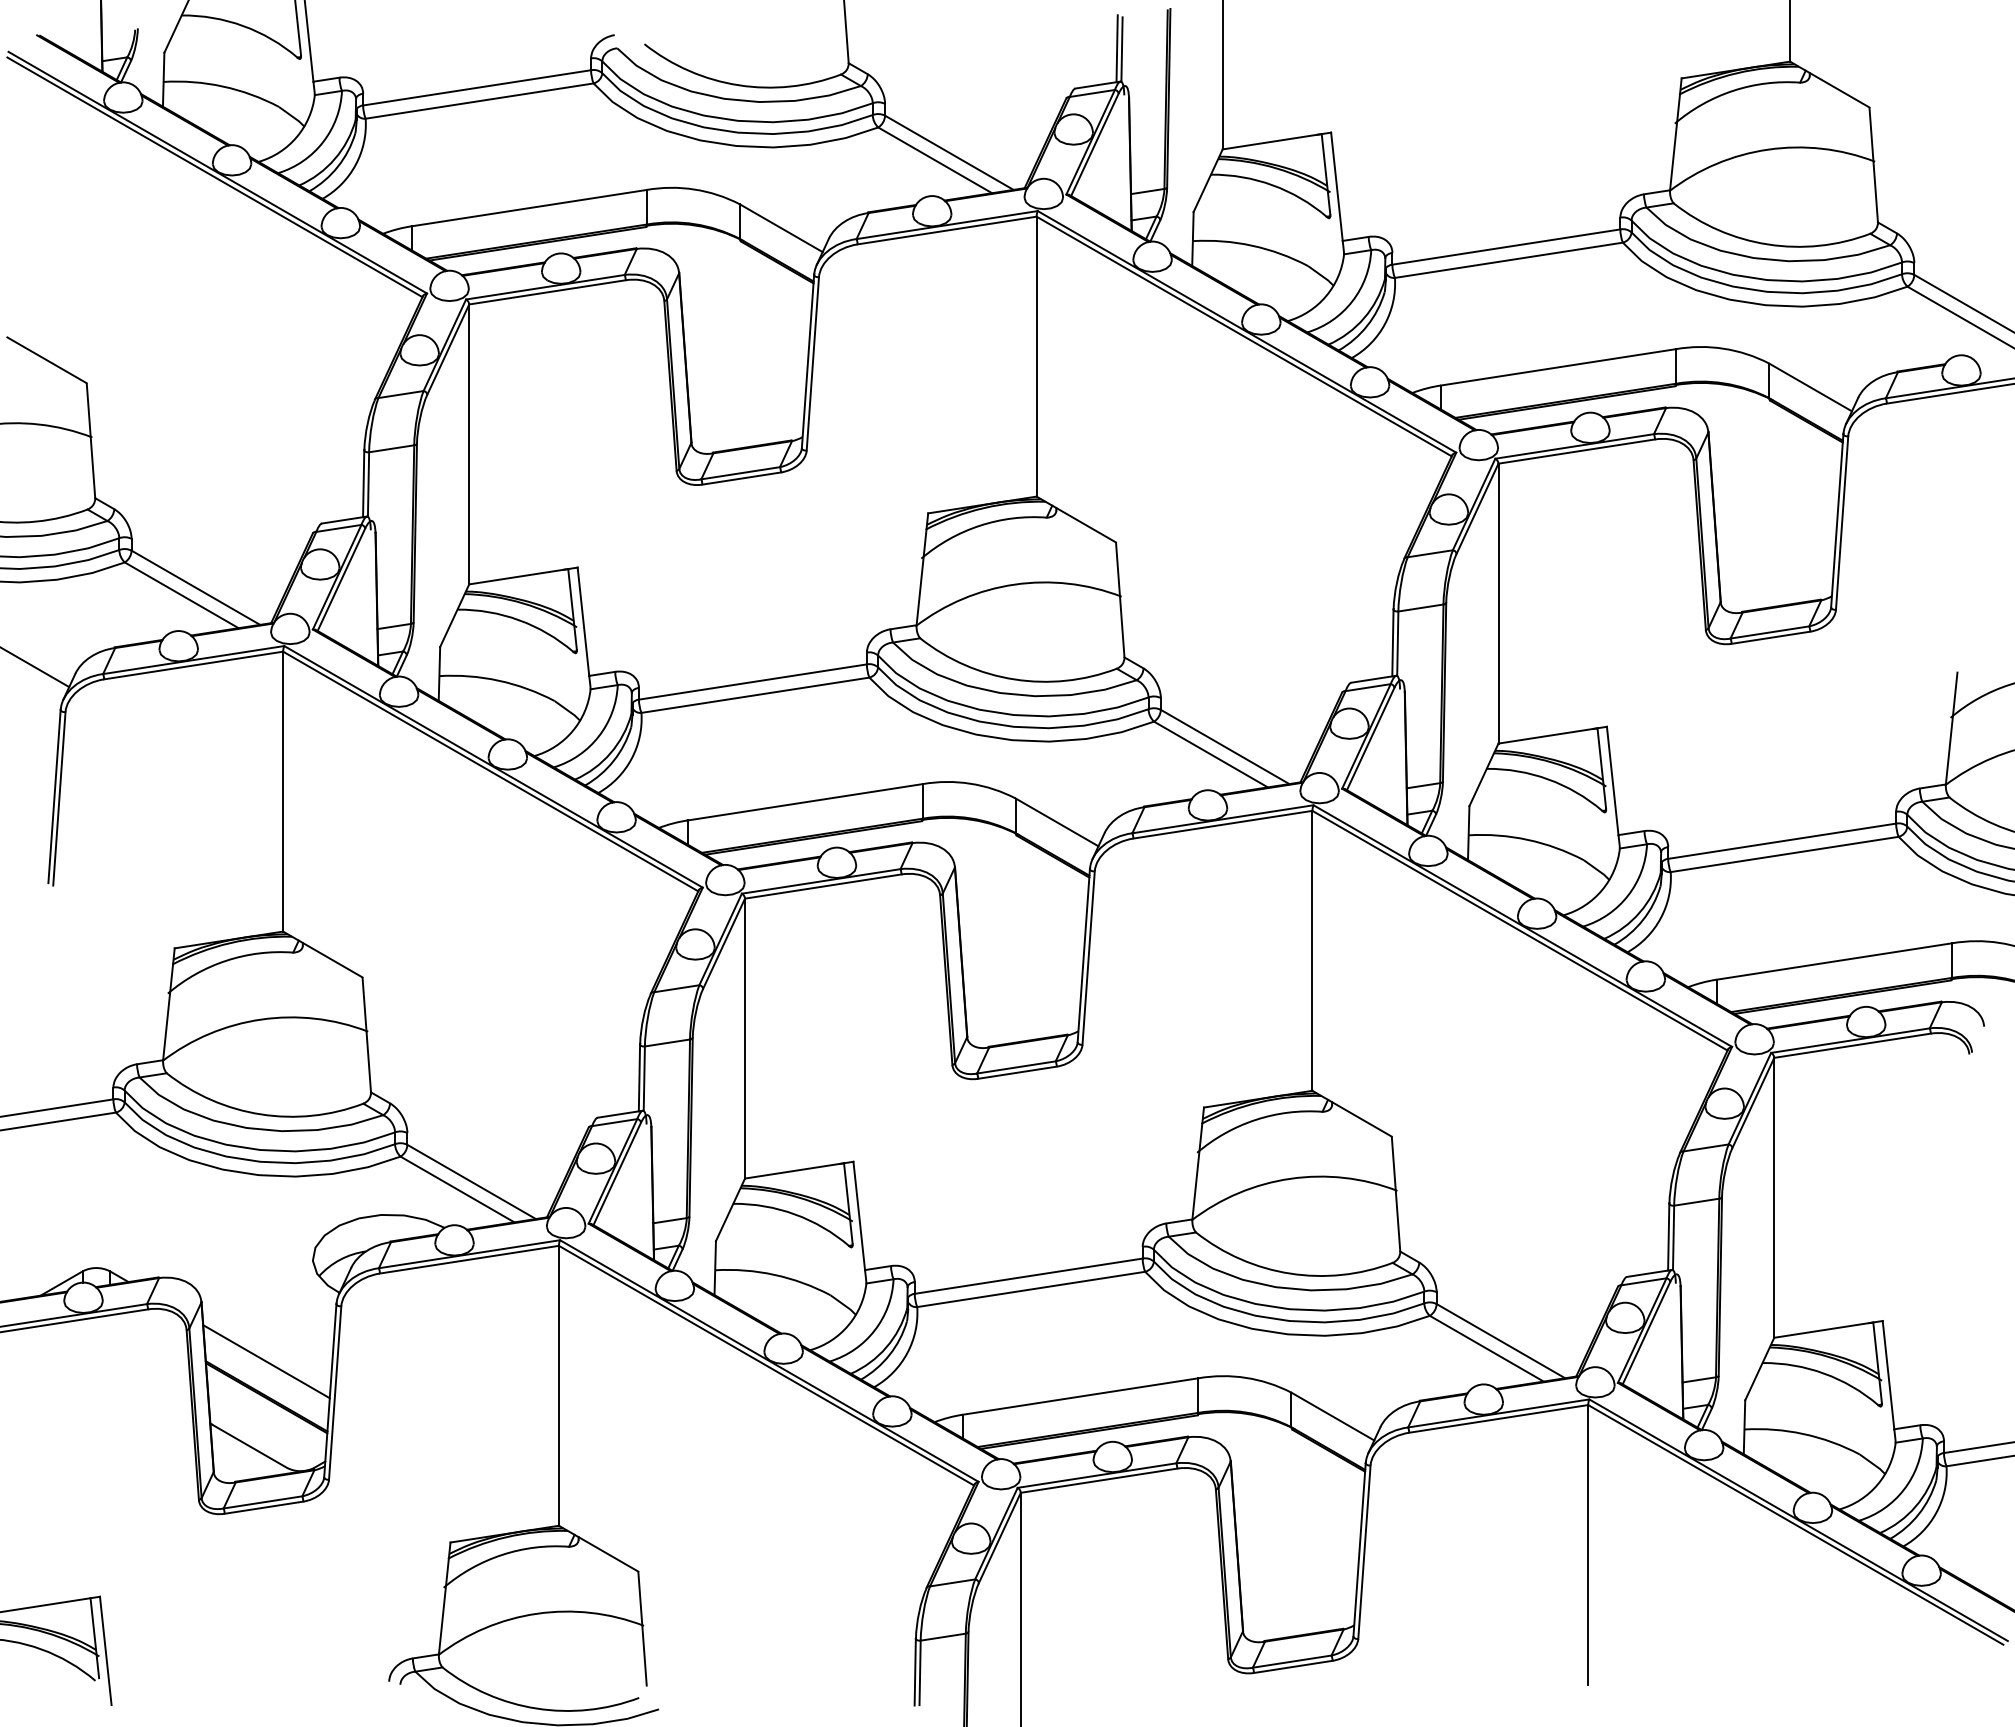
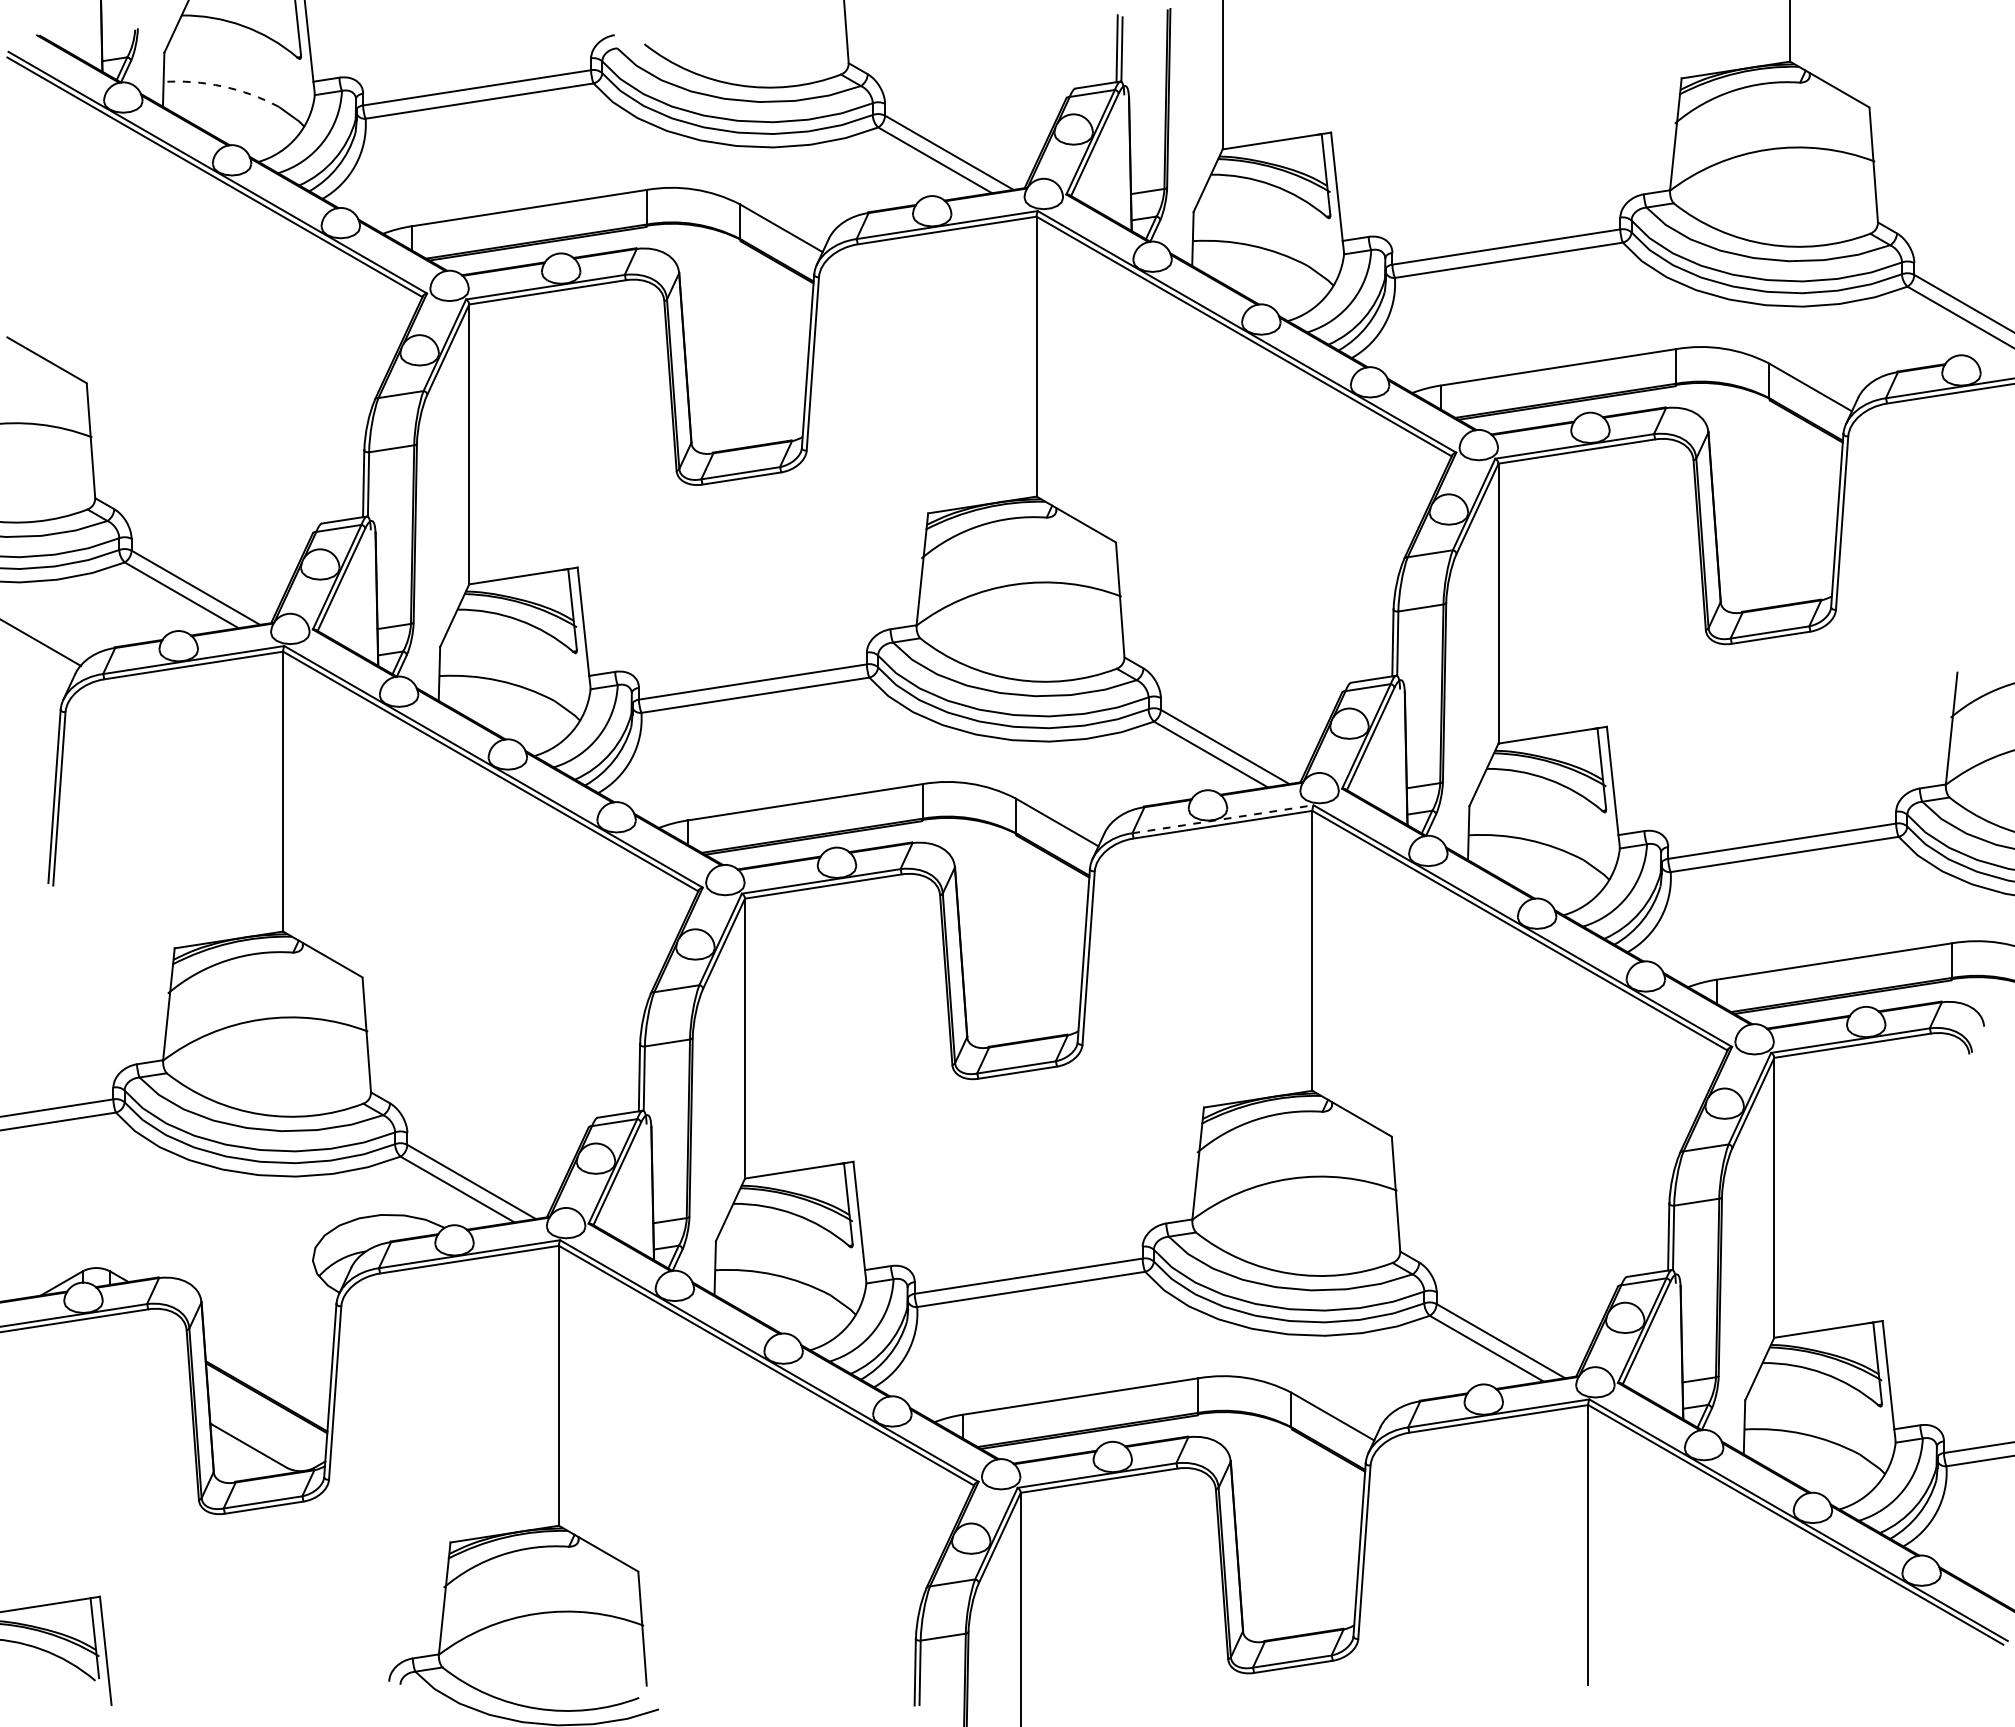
arc at (222, 86): solid -> dashed
line at (35, 667) position: (35, 667) -> (41, 643)
line at (1222, 819): solid -> dashed
line at (266, 1361): present -> none
